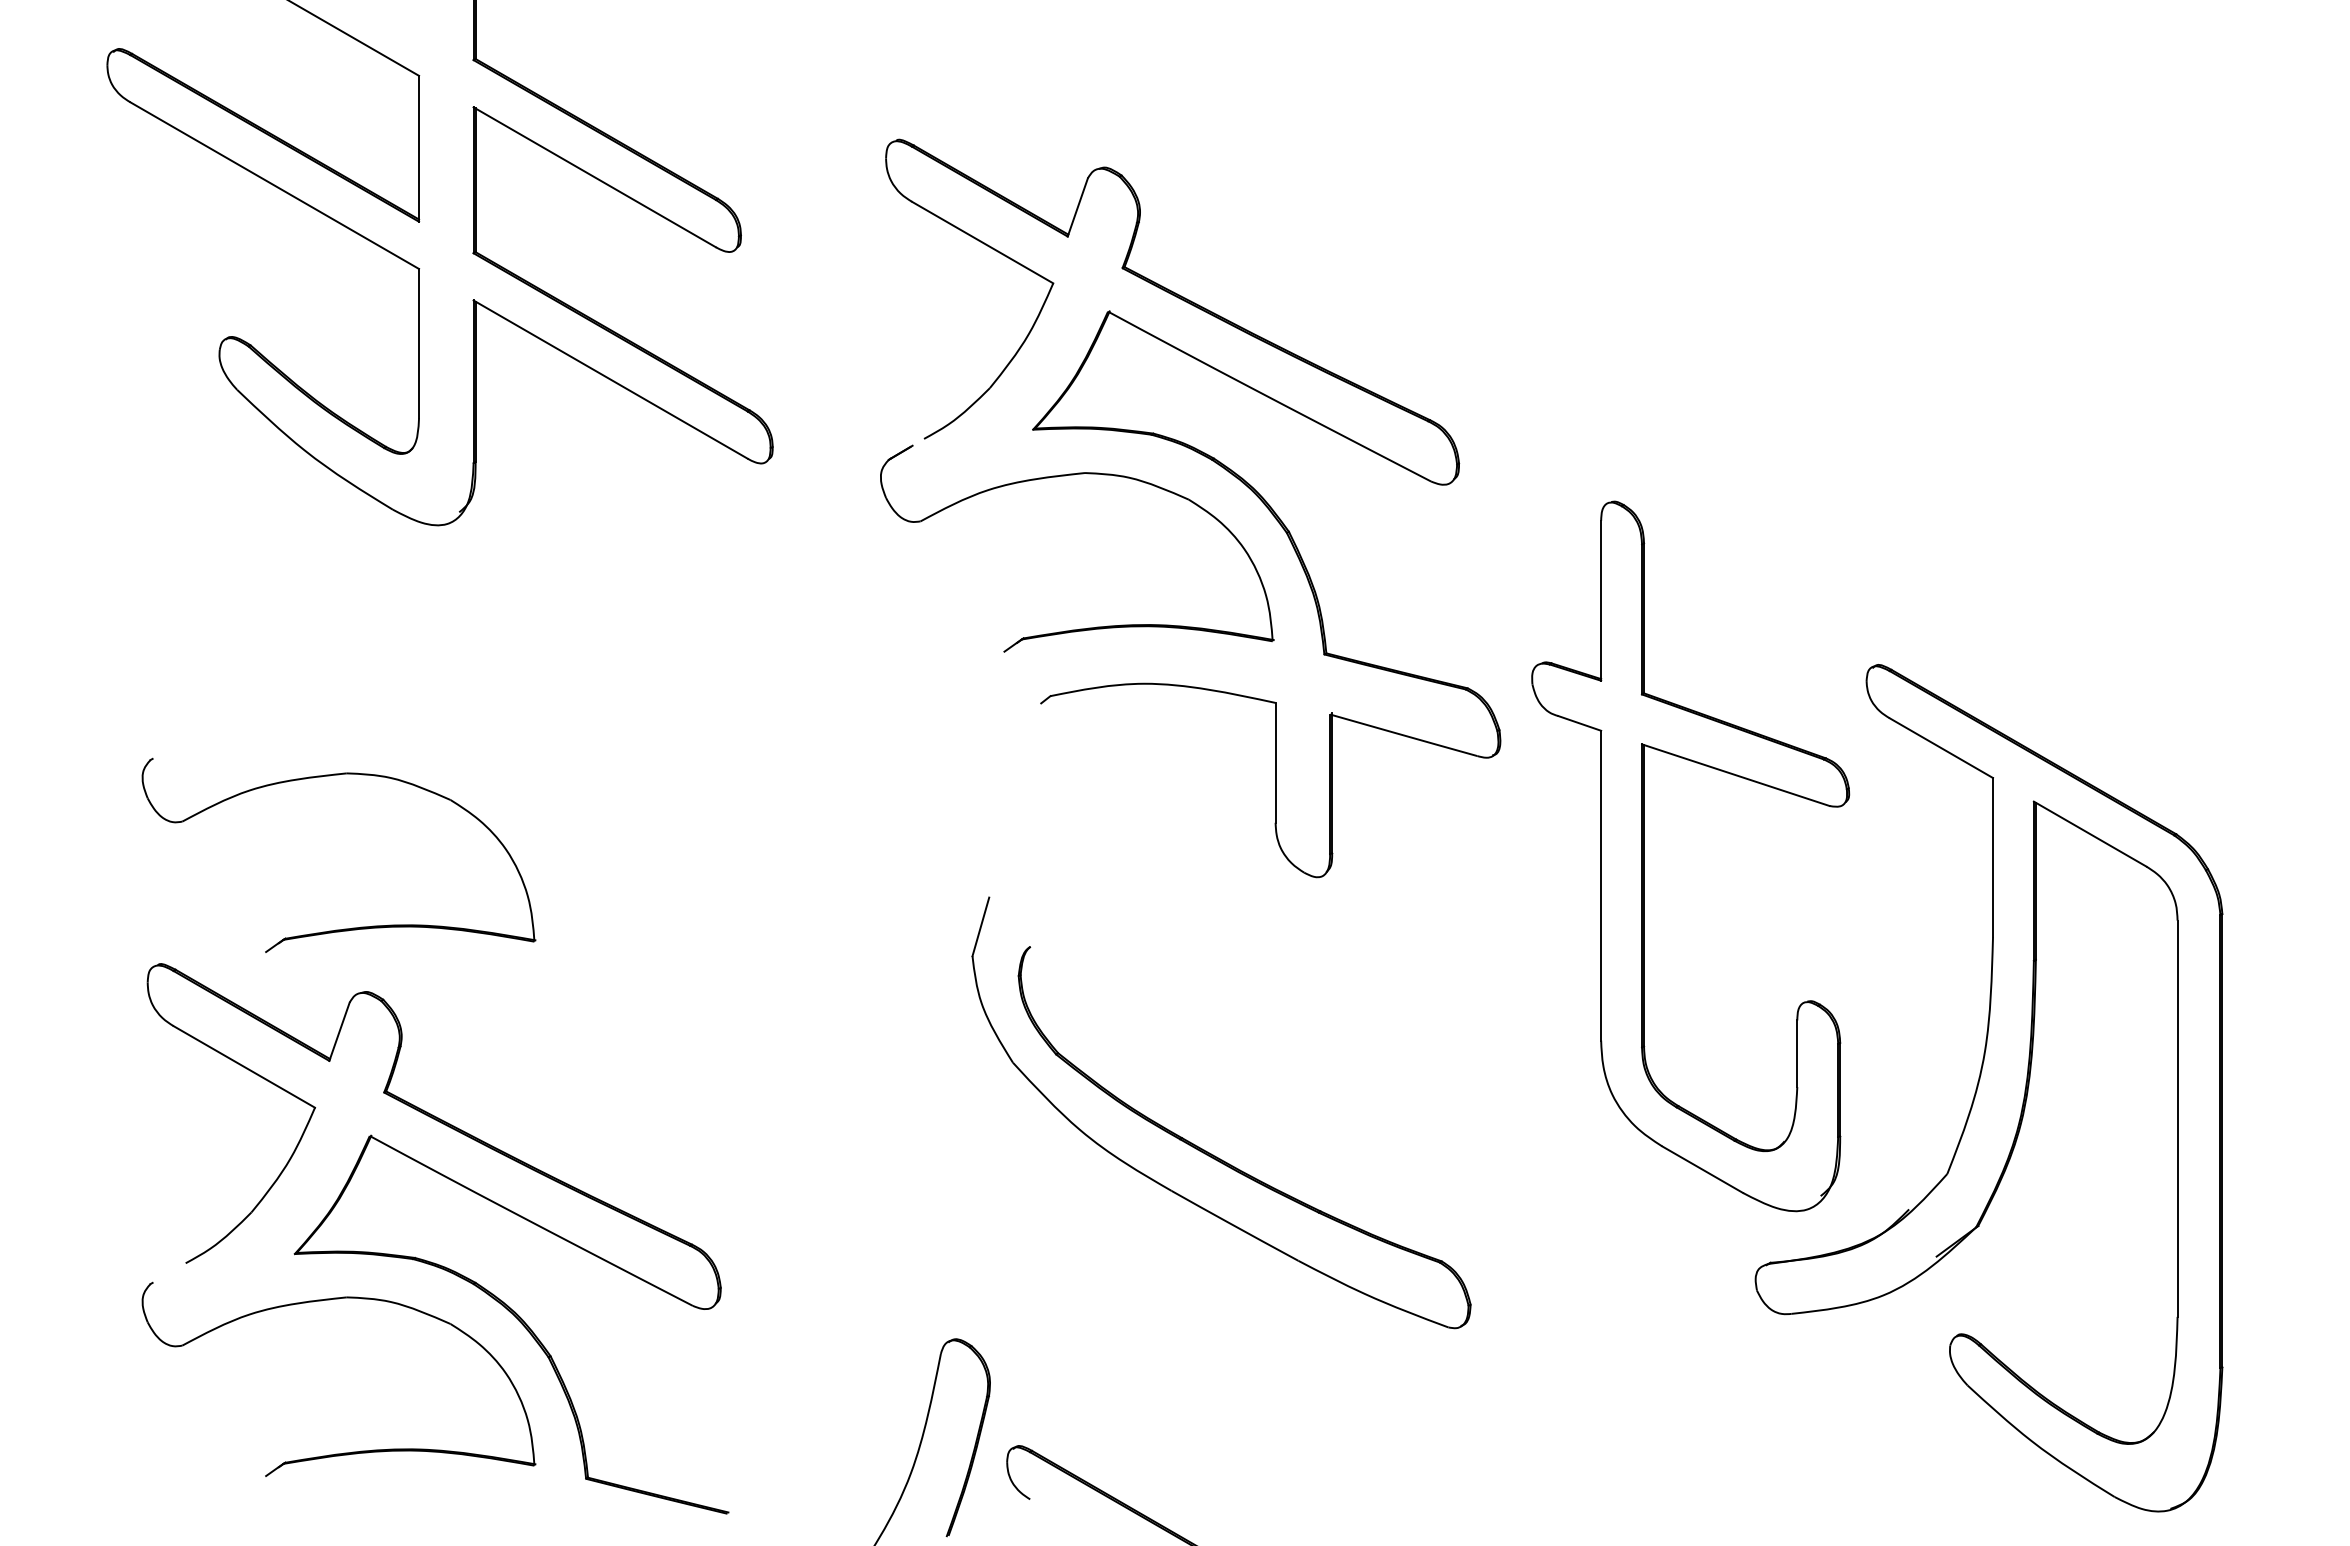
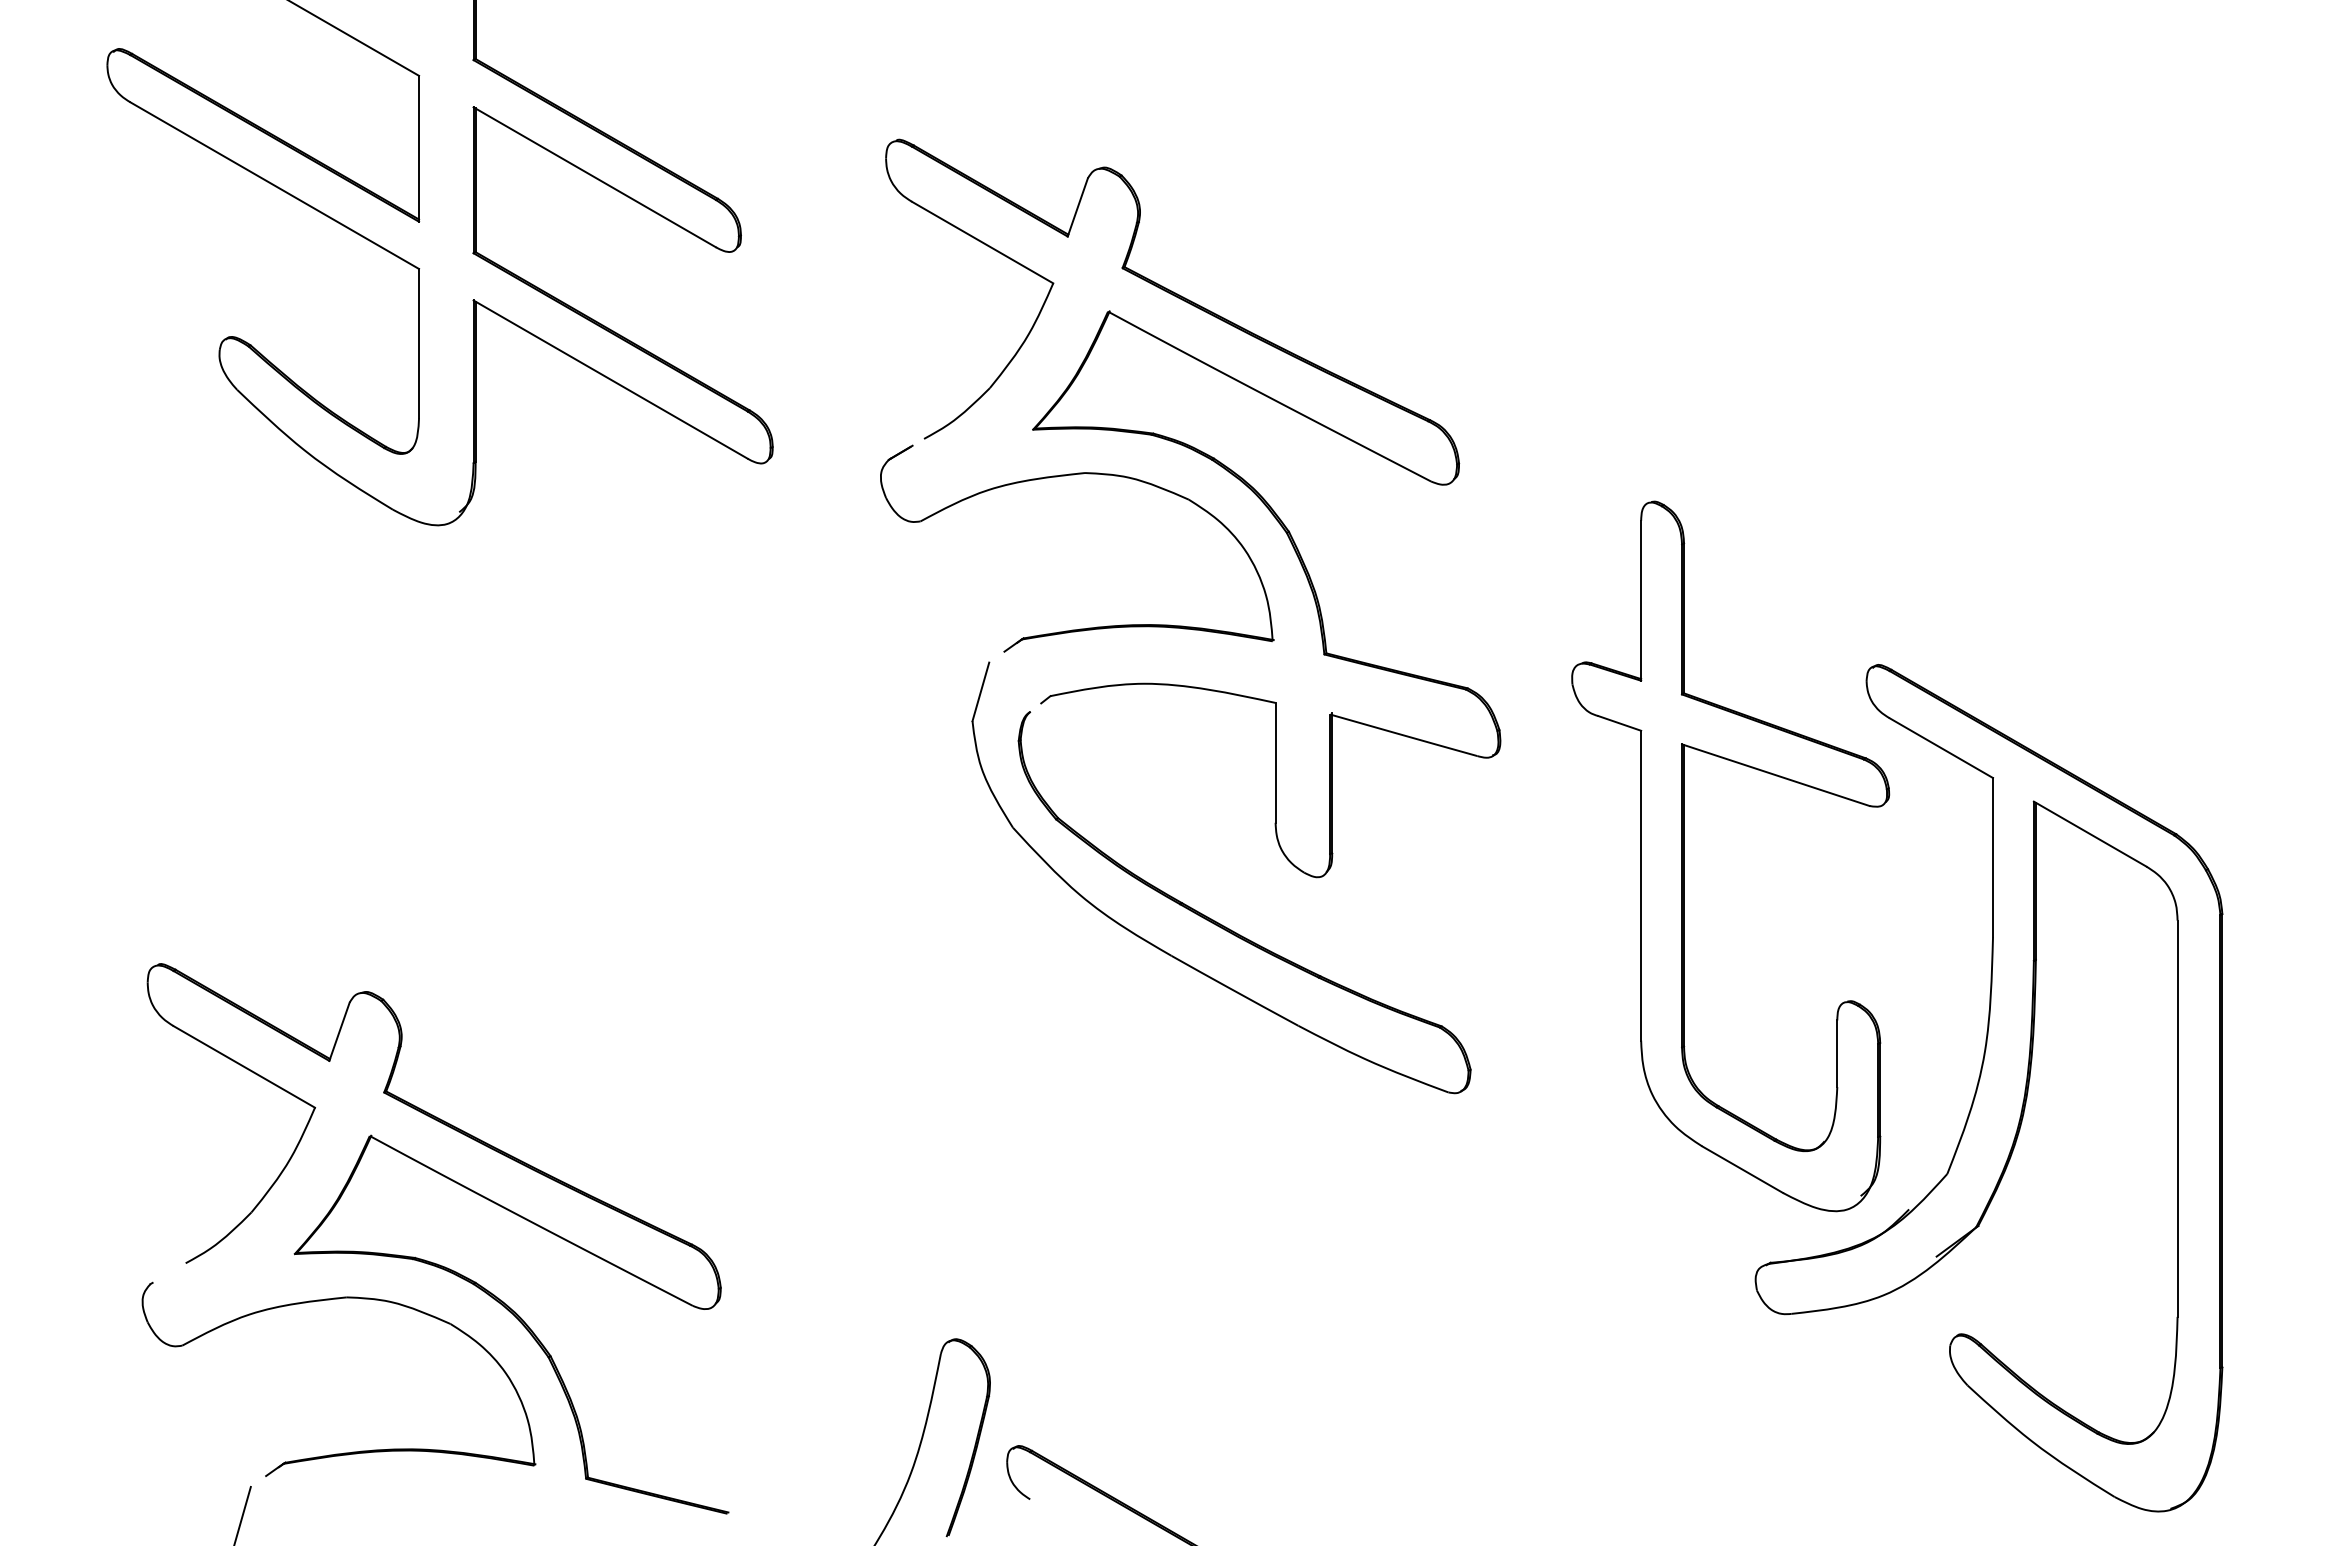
part at (1644, 856) position: (1644, 856) -> (1684, 856)
part at (344, 928): present -> none
part at (1202, 1148) position: (1202, 1148) -> (1202, 913)
line at (242, 1514): none -> present
